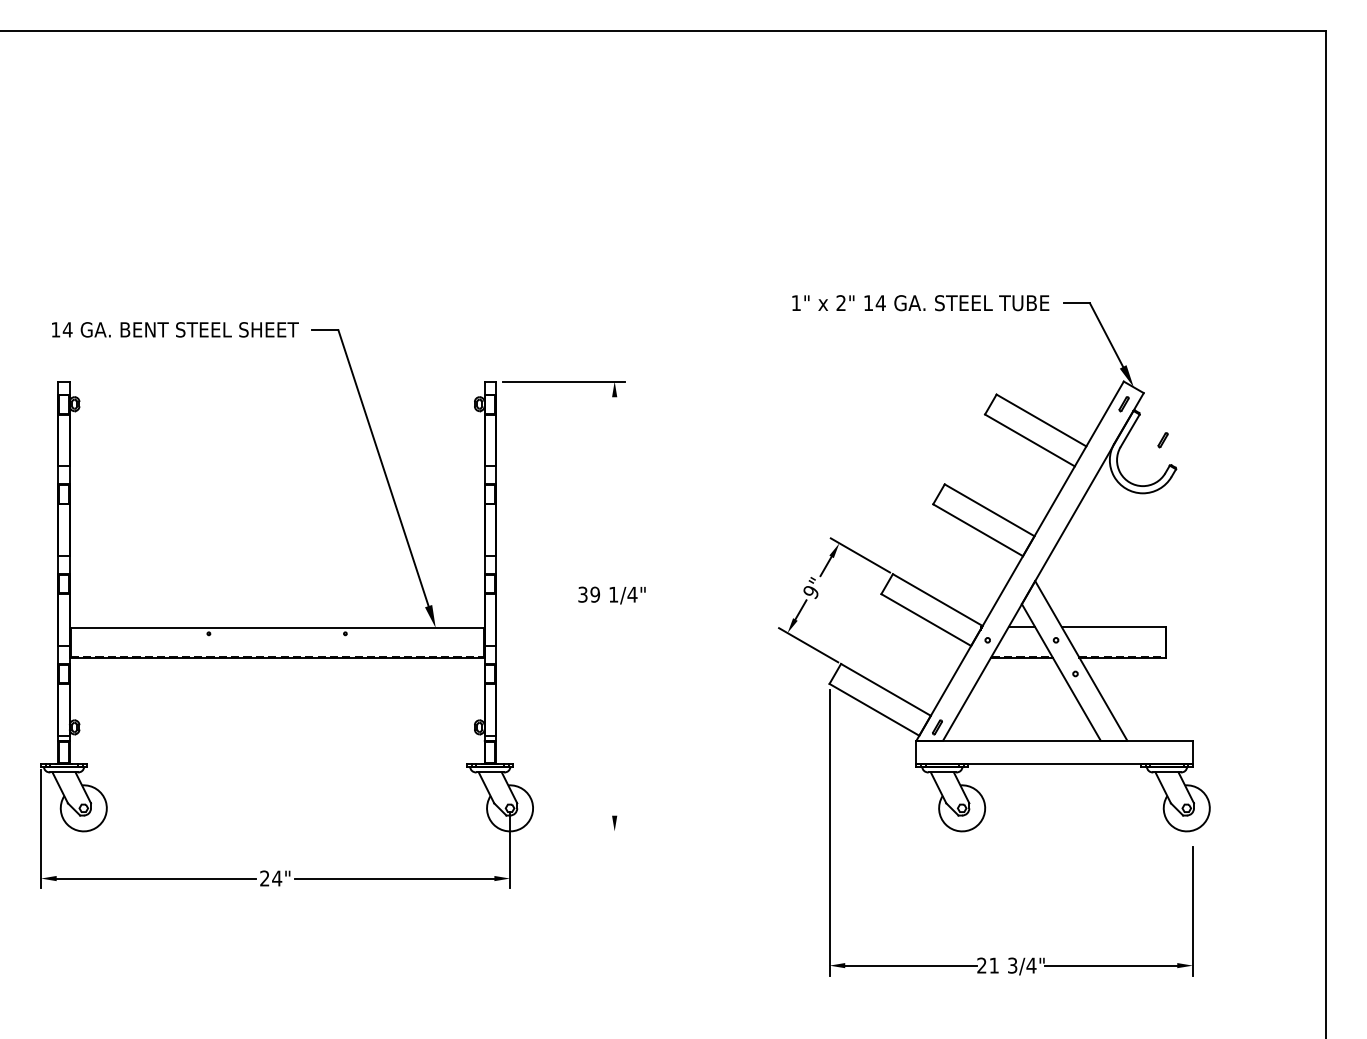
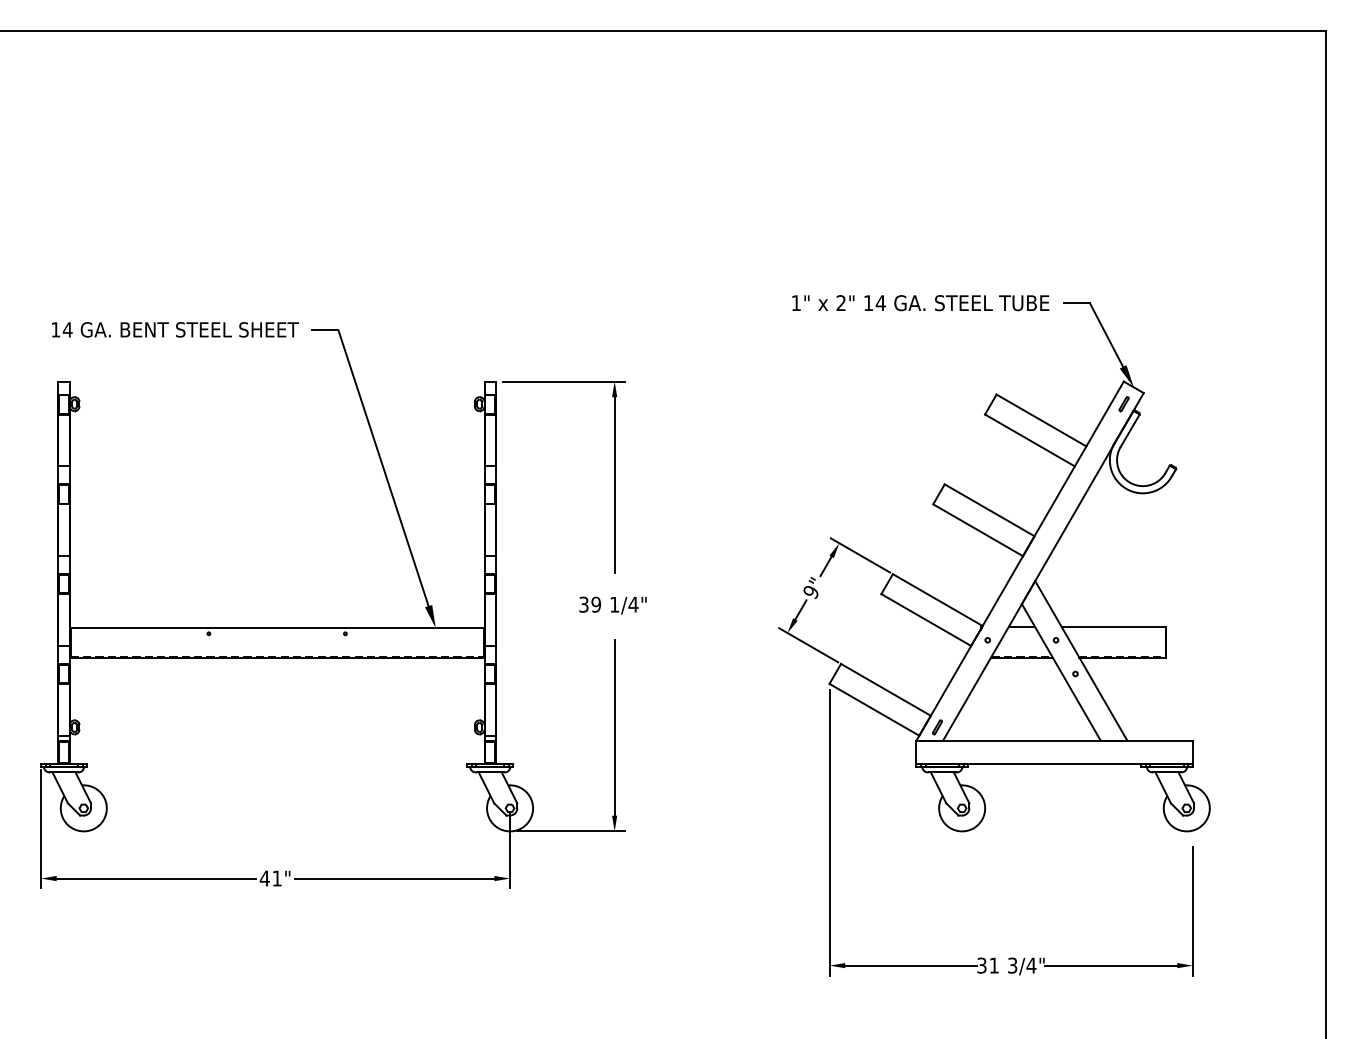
part at (1162, 440): present -> none
line at (614, 484): none -> present
text at (611, 595) position: (611, 595) -> (612, 605)
line at (614, 727): none -> present
line at (570, 831): none -> present
text at (270, 878): 24" -> 41"
text at (981, 965): 21 -> 31
